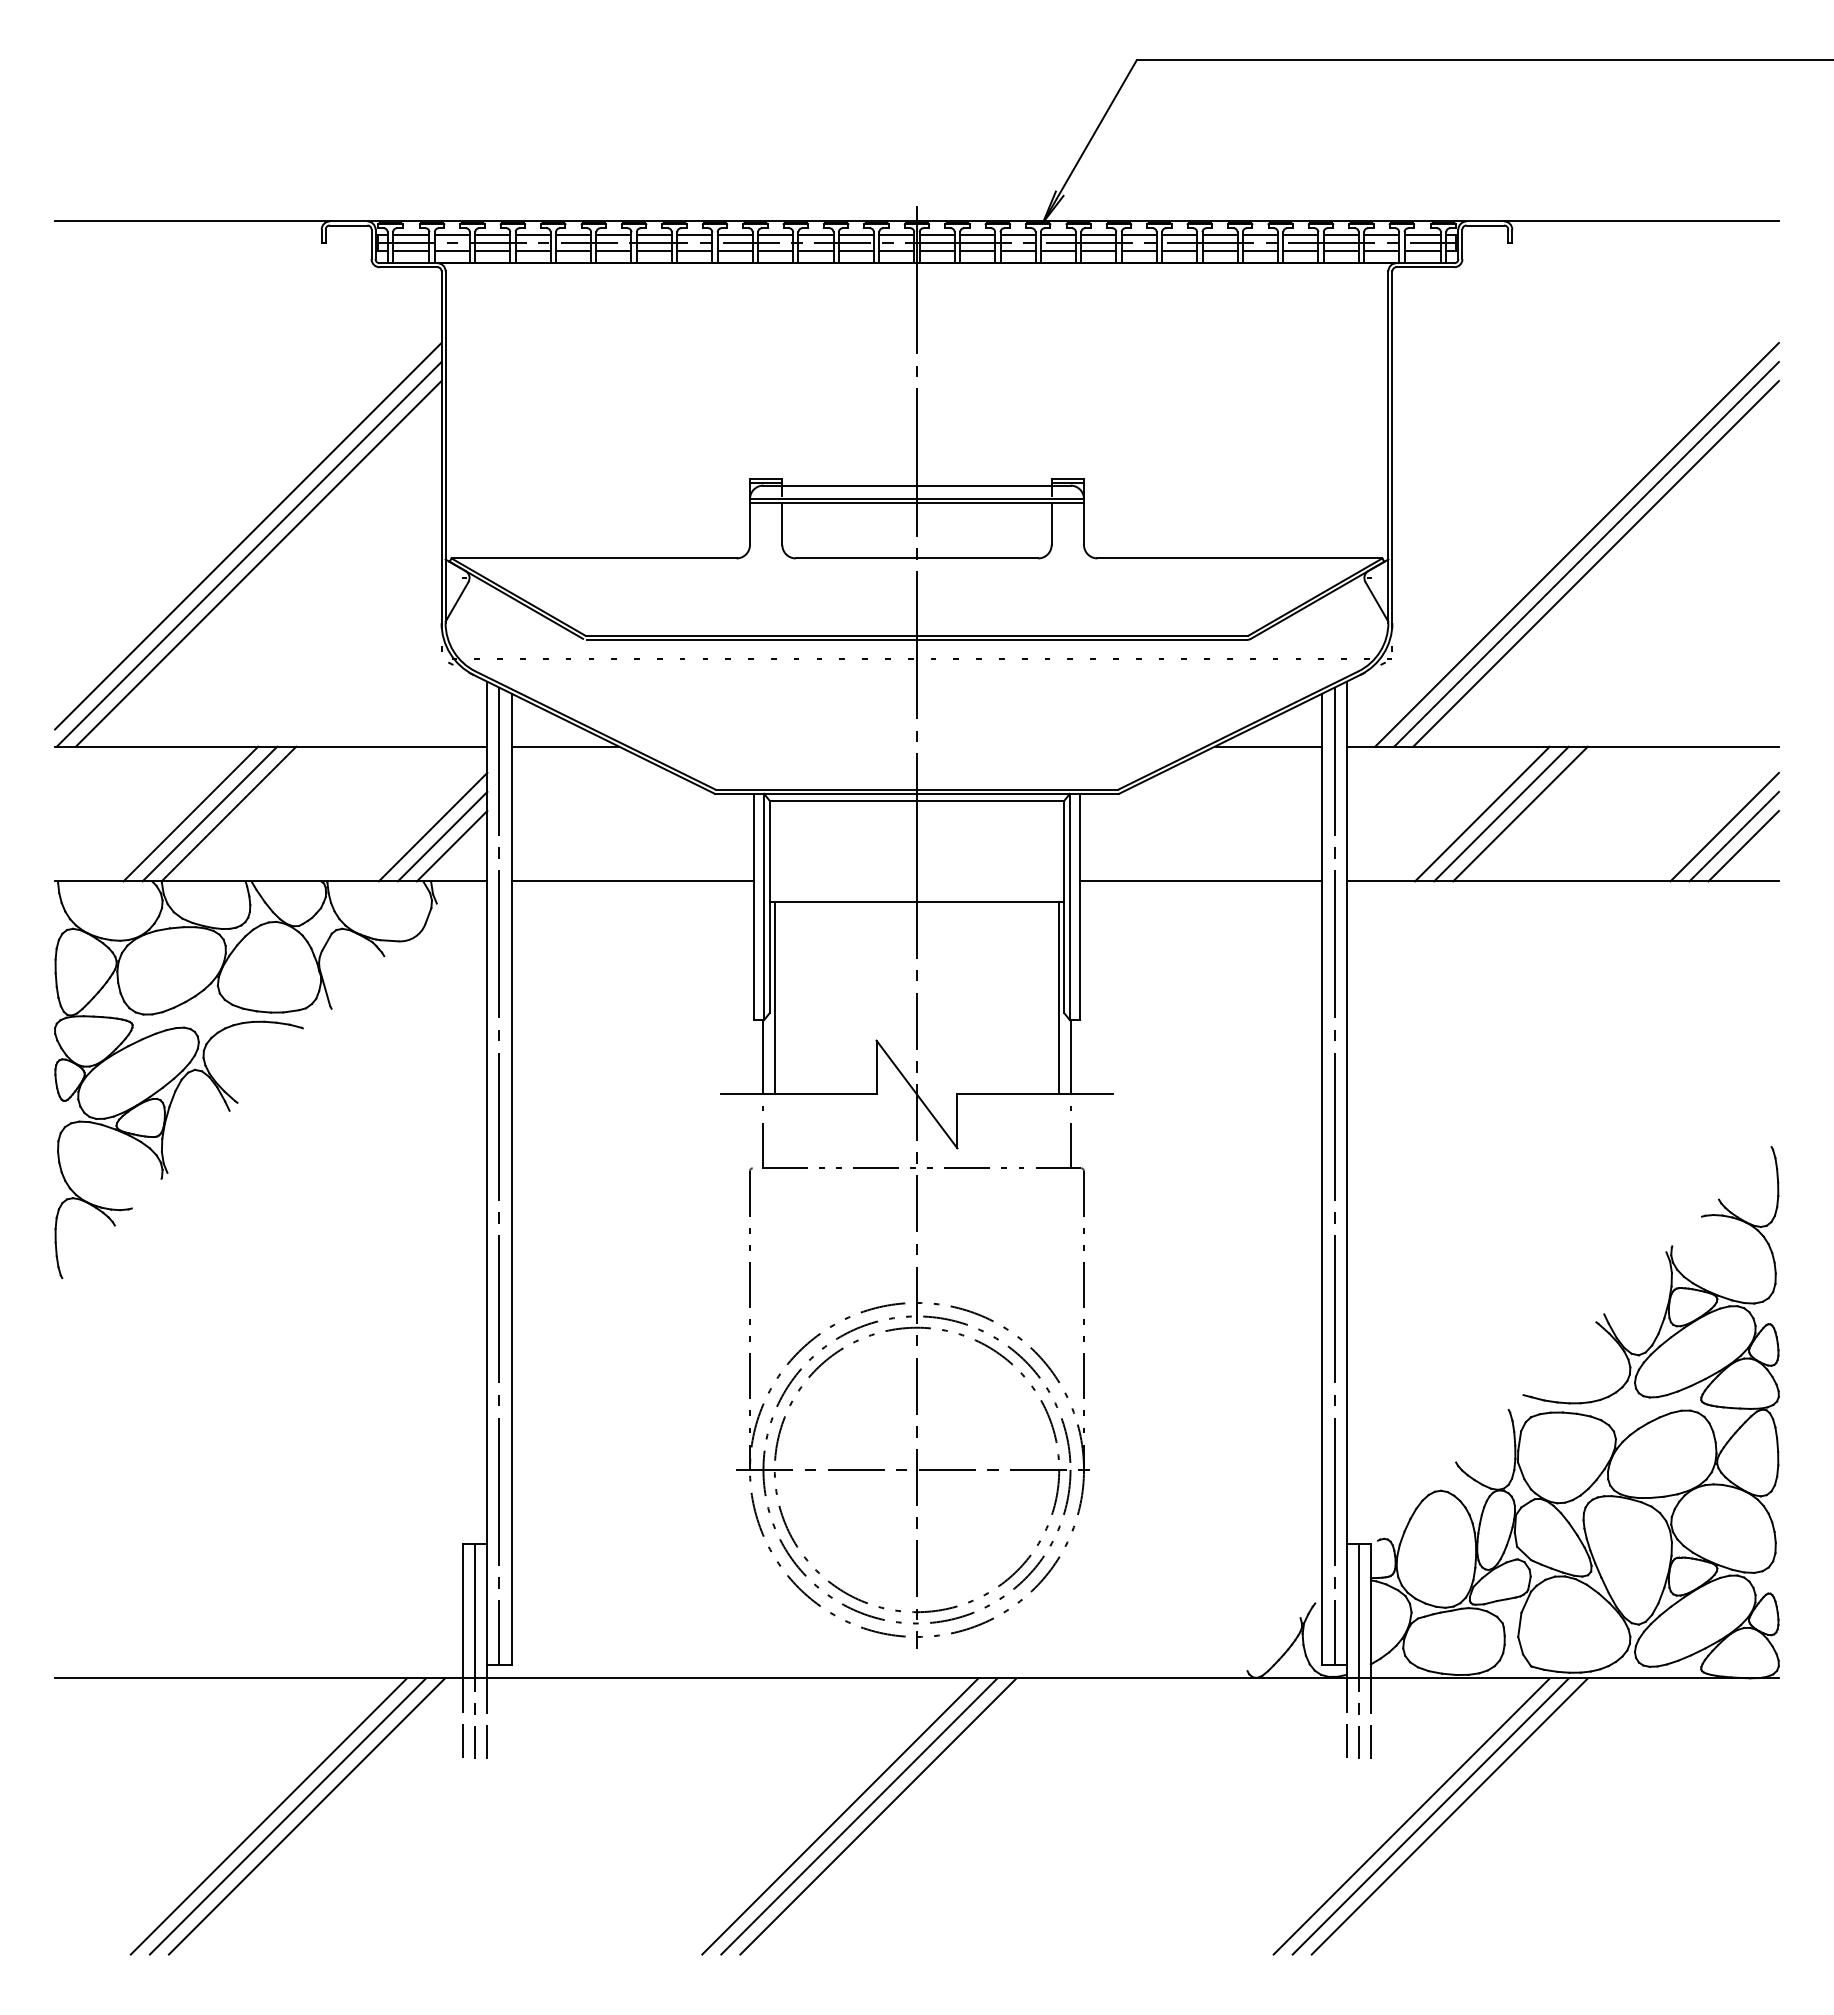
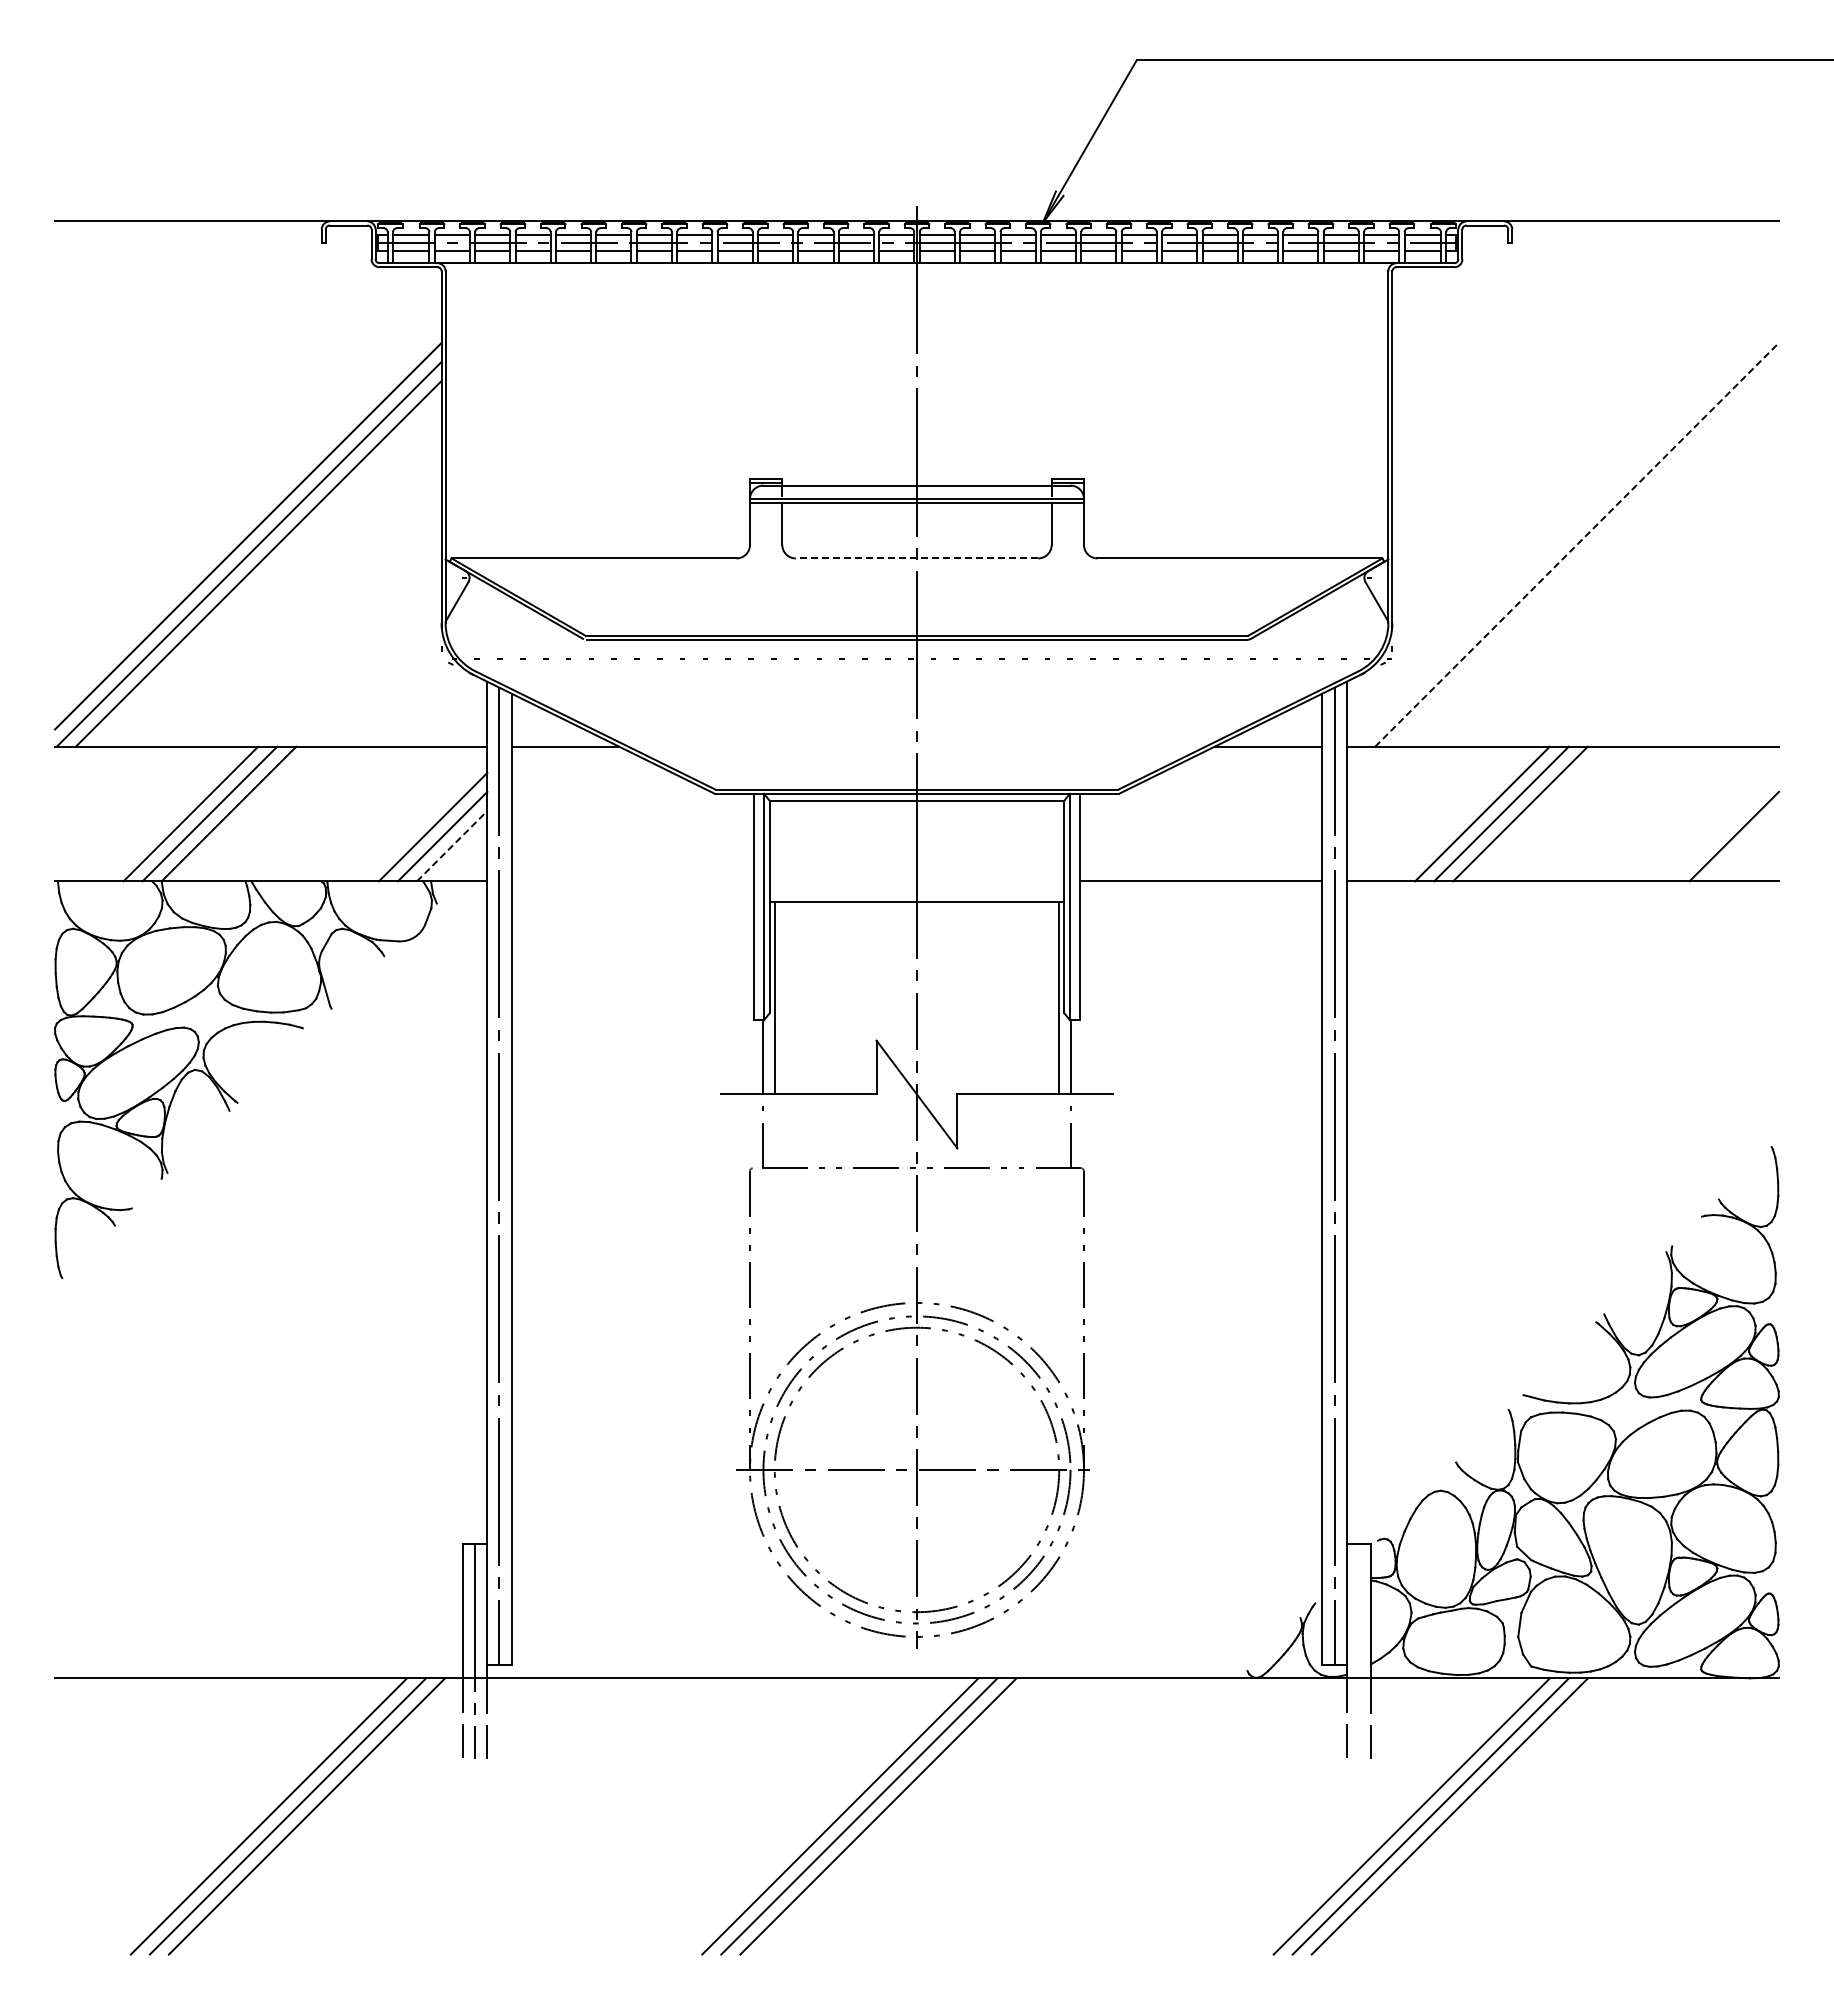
line at (1577, 544): solid -> dashed
line at (1586, 553): present -> none
line at (916, 558): solid -> dashed
line at (1595, 563): present -> none
line at (1724, 826): present -> none
line at (1743, 845): present -> none
line at (452, 846): solid -> dashed
line at (632, 881): present -> none
line at (1358, 1651): present -> none
